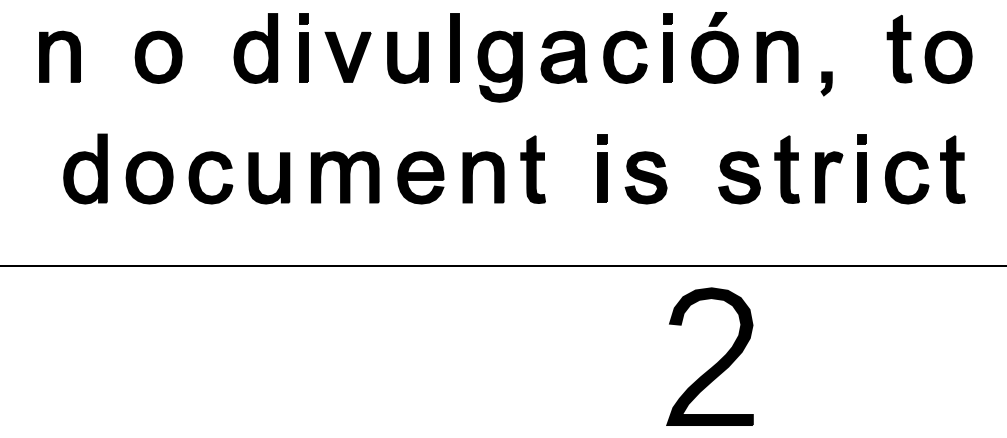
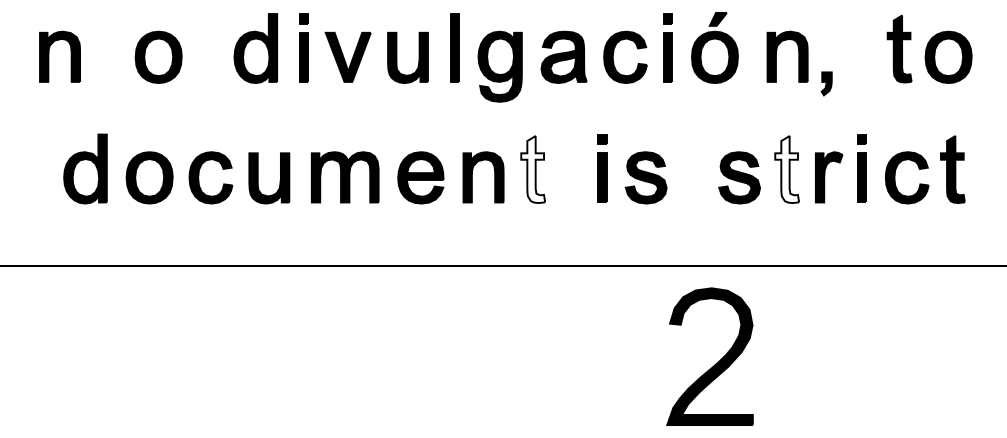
part at (766, 56) position: (766, 56) -> (776, 56)
fill at (533, 169): present -> none
fill at (787, 169): present -> none
